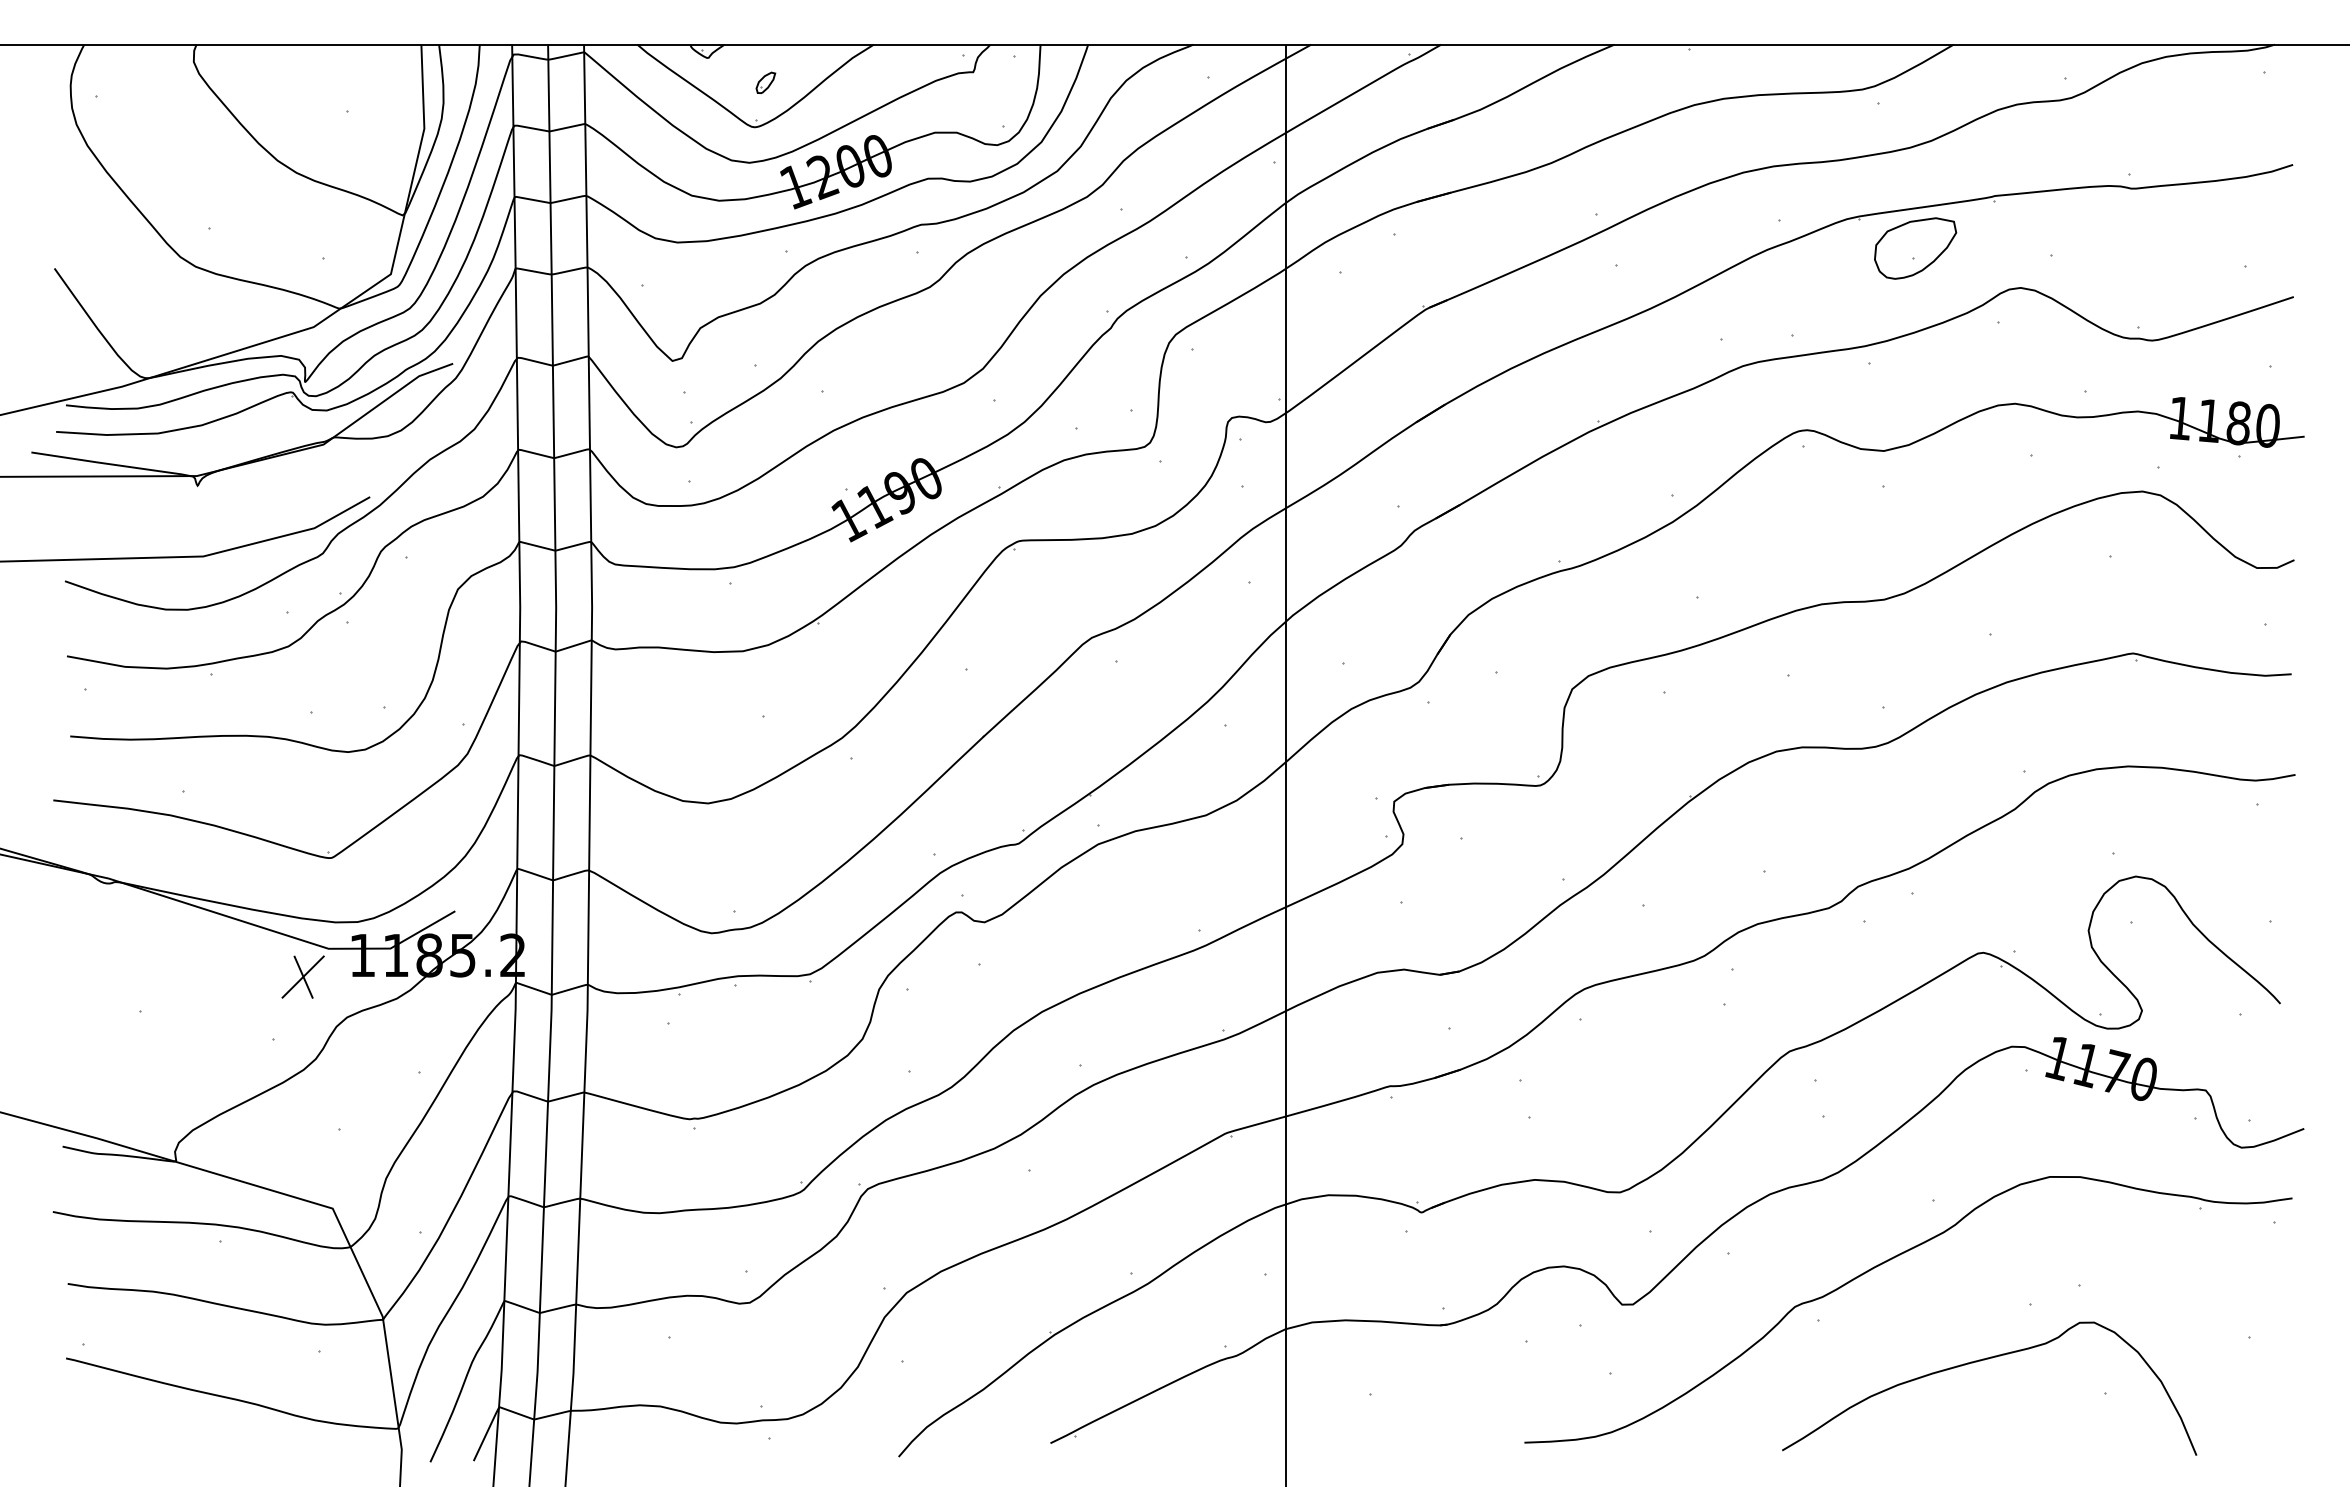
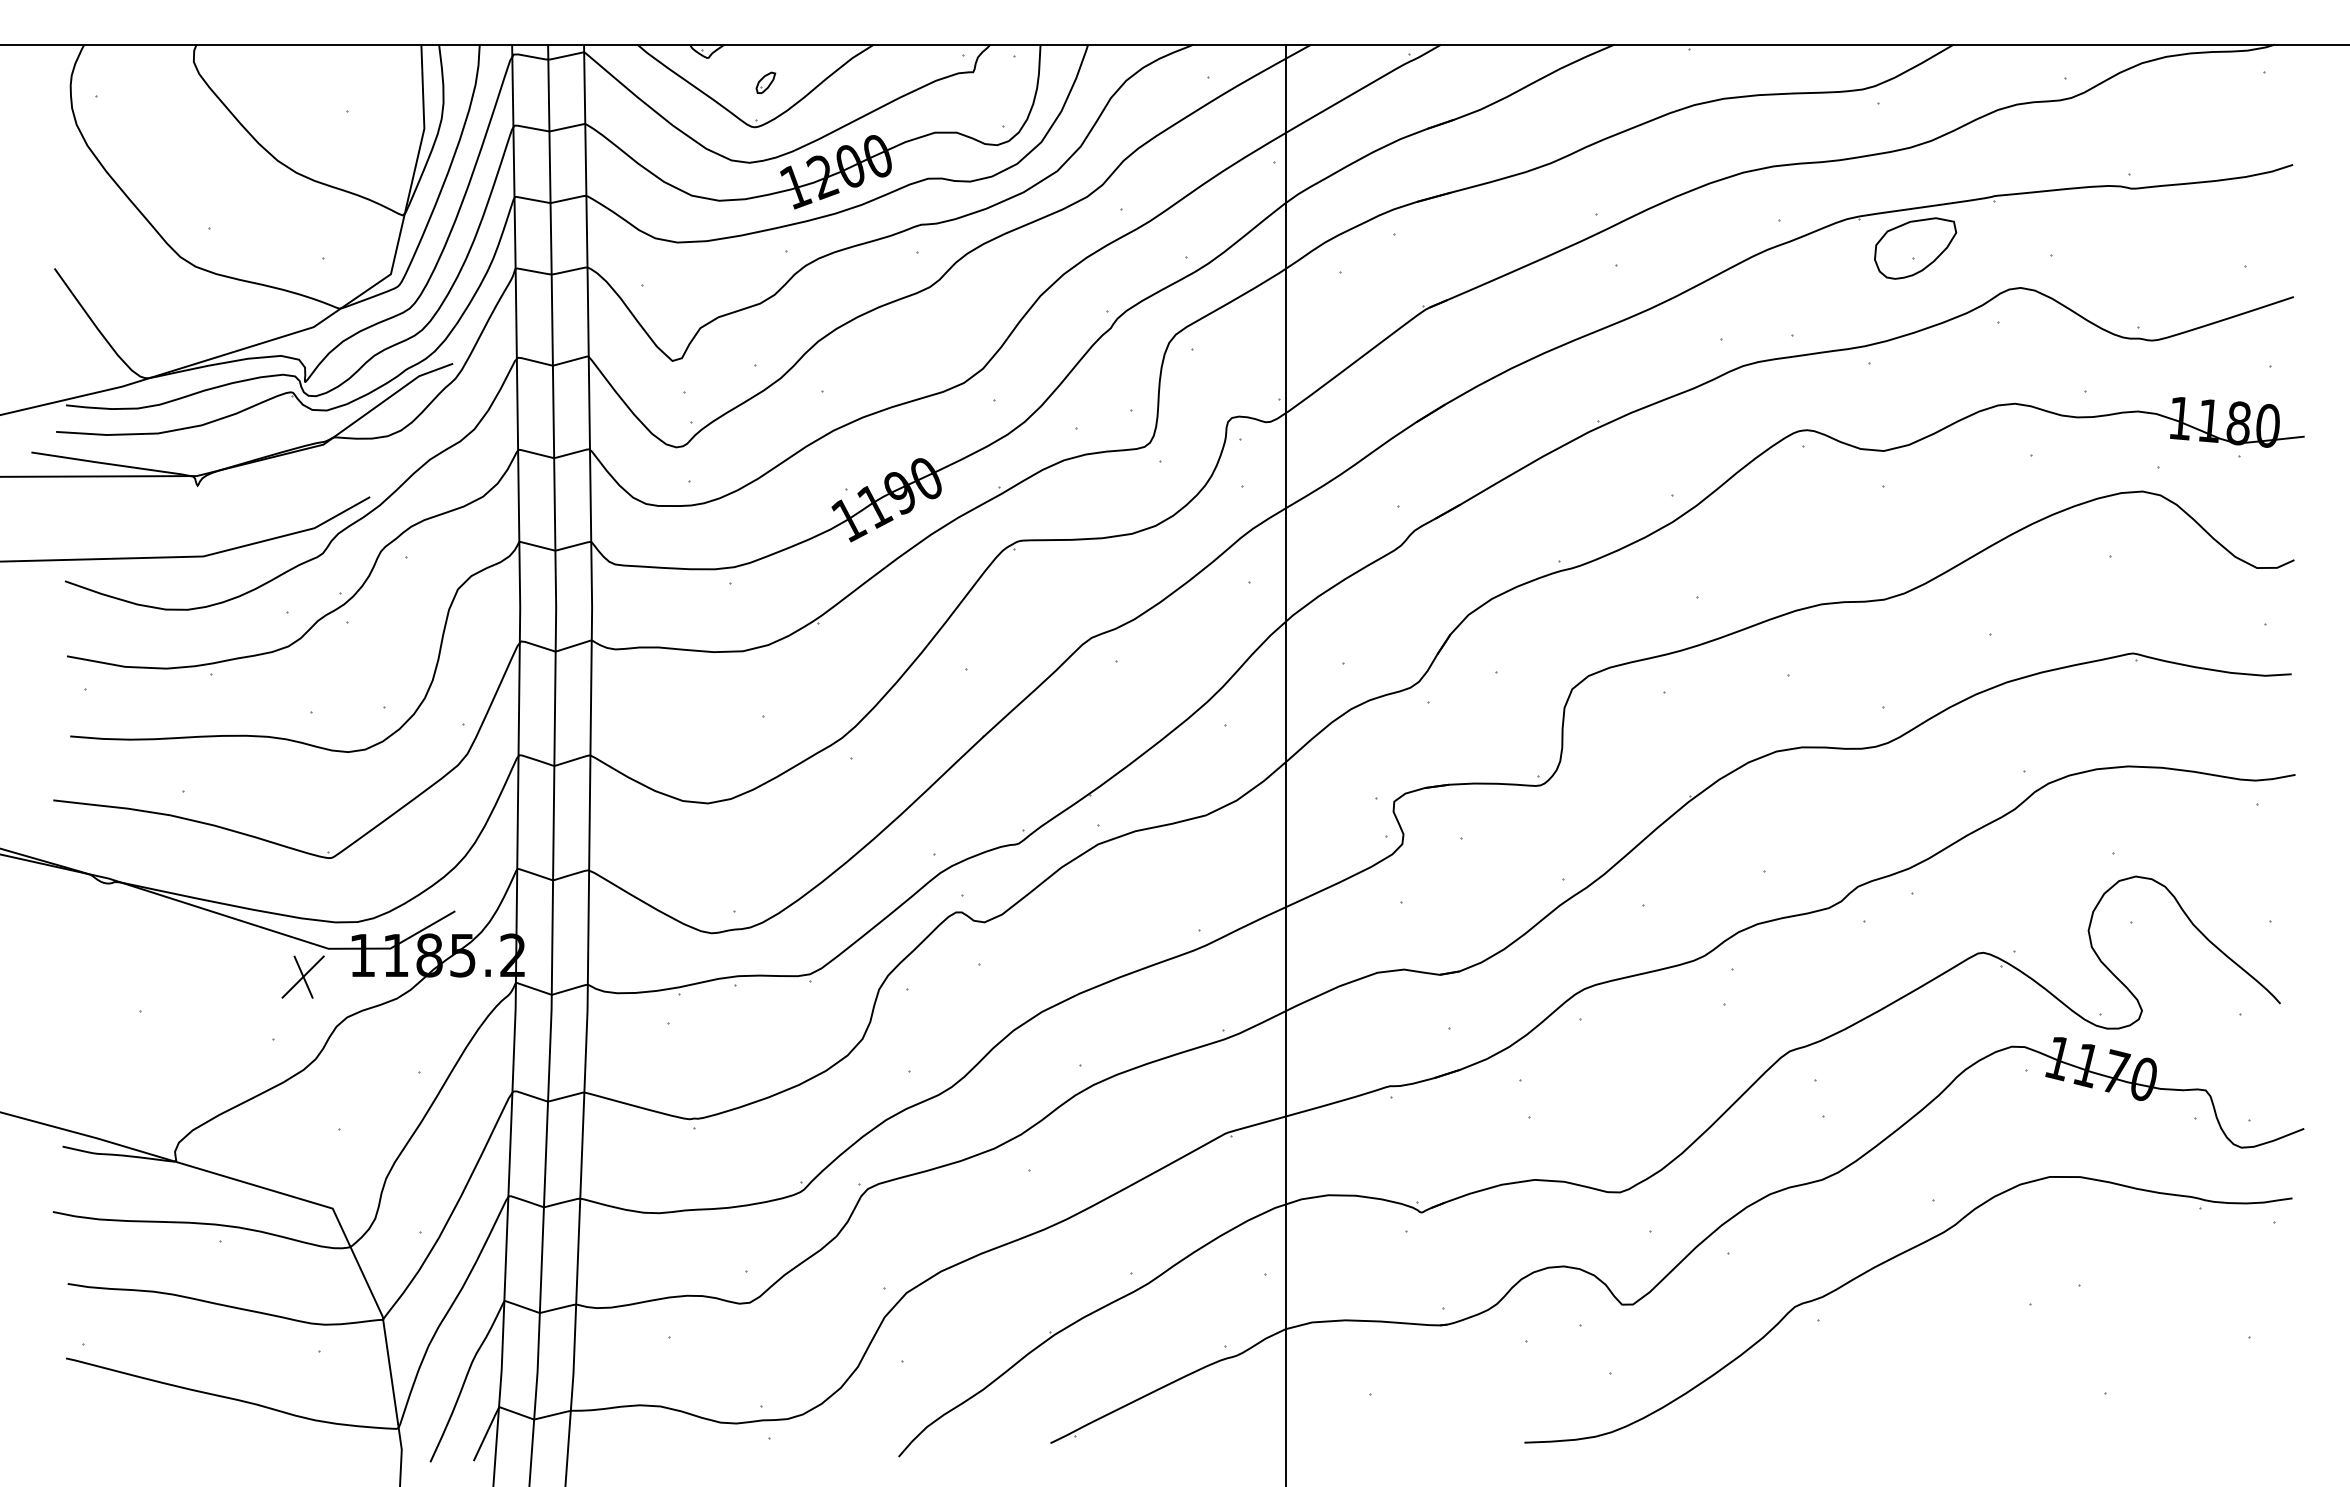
curve at (1984, 1360): present -> none
